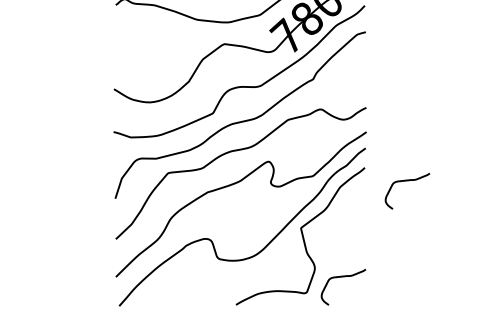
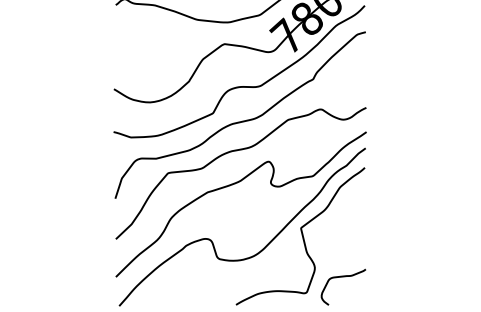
curve at (406, 181): present -> none
